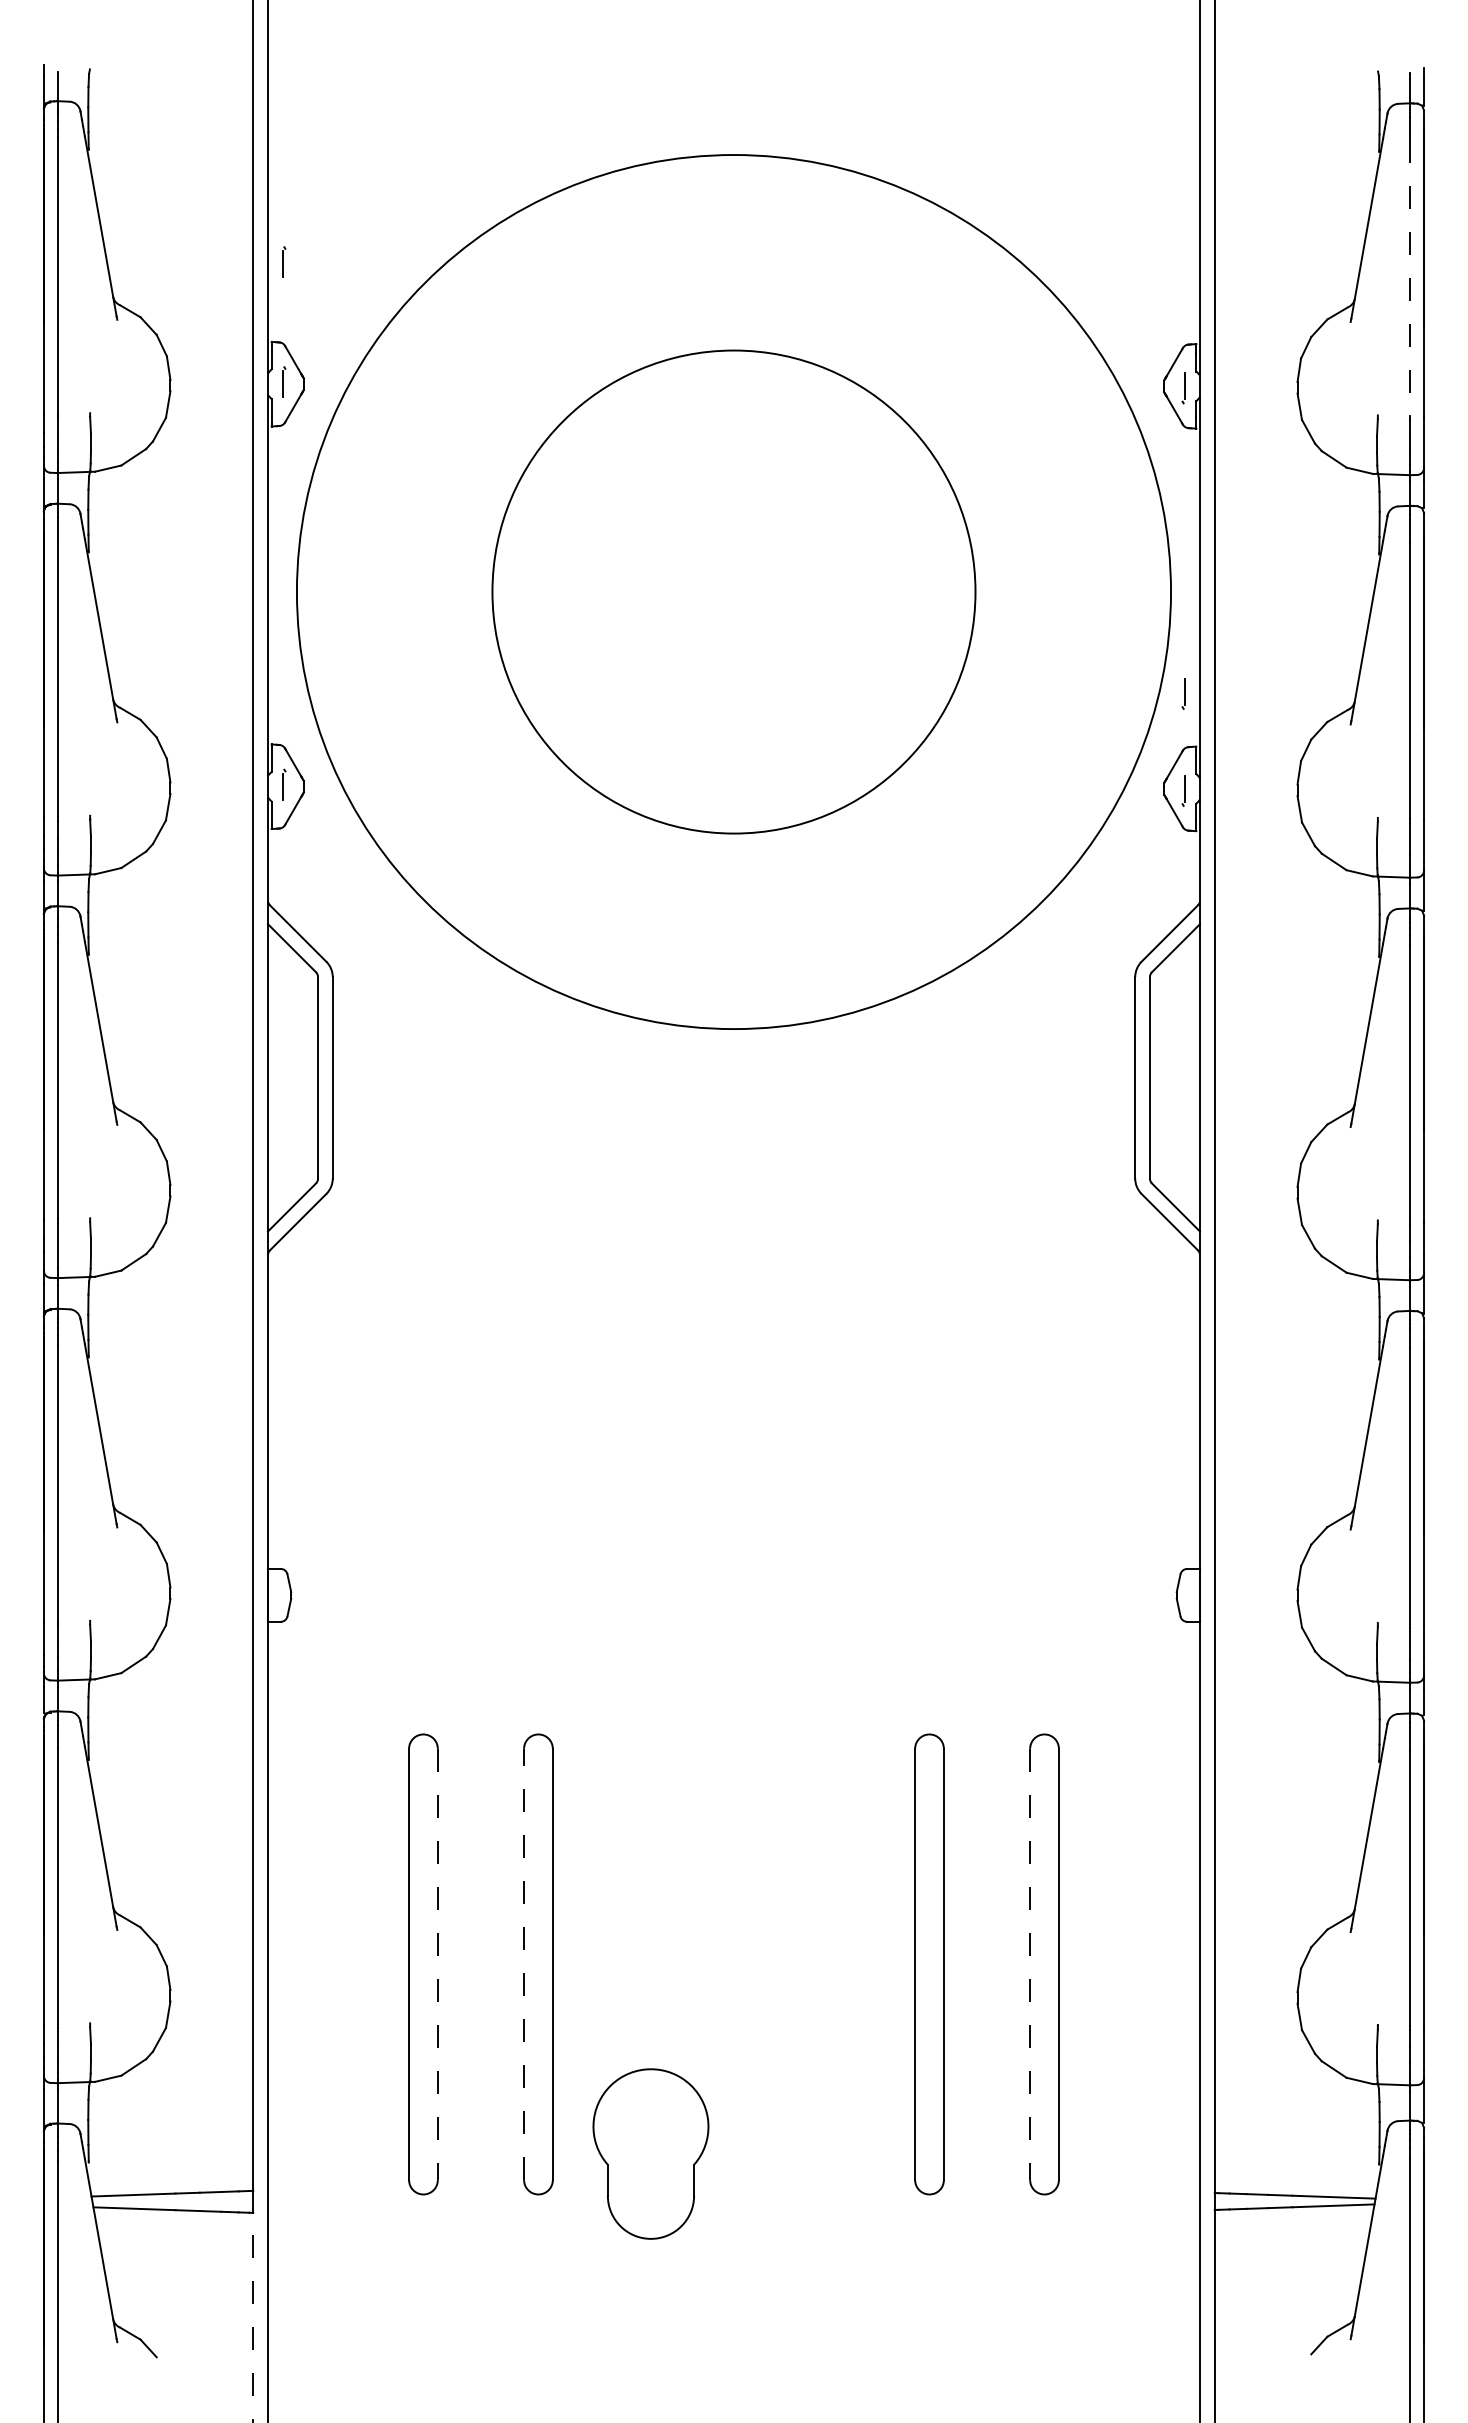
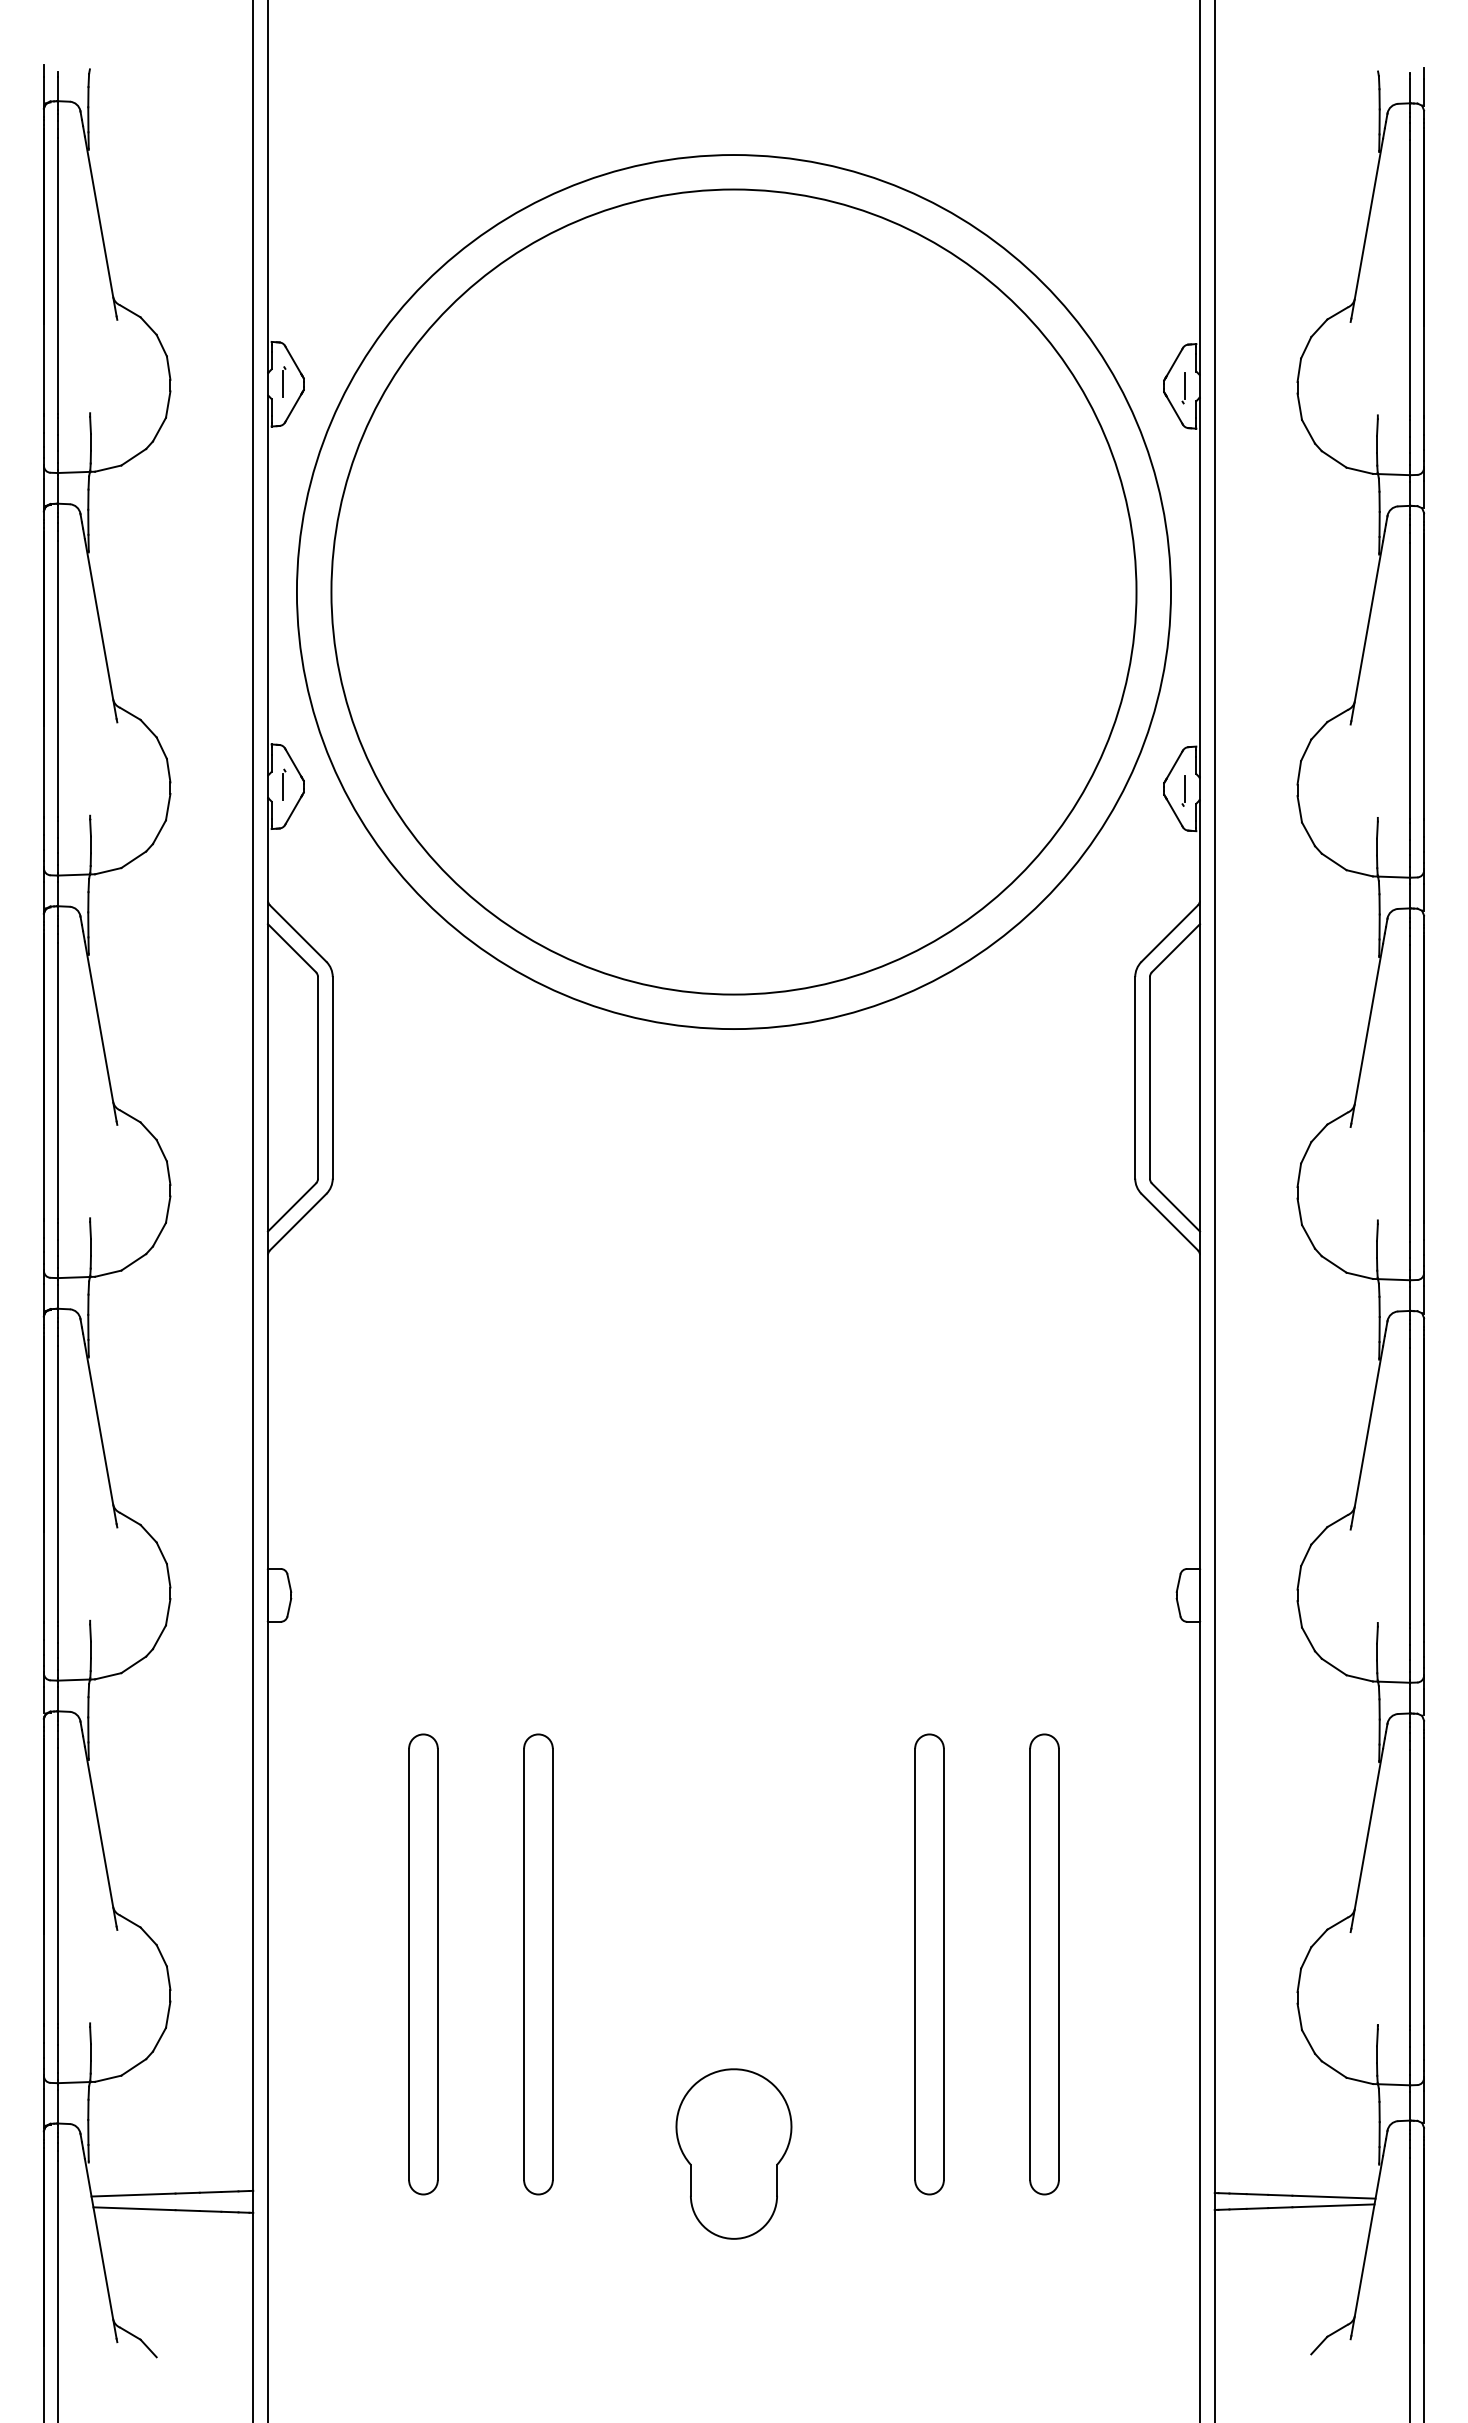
part at (284, 261): present -> none
line at (1410, 278): dashed -> solid
circle at (733, 591) diameter: 483 px -> 805 px
part at (1183, 693): present -> none
line at (437, 1964): dashed -> solid
line at (524, 1964): dashed -> solid
line at (1030, 1964): dashed -> solid
part at (650, 2153) position: (650, 2153) -> (733, 2153)
line at (253, 2317): dashed -> solid
